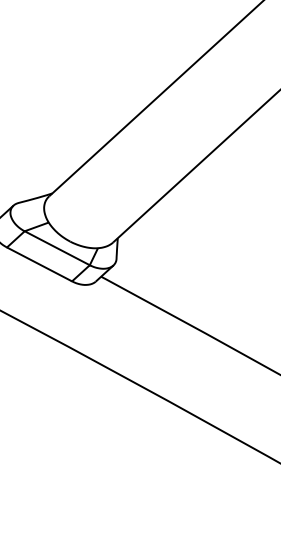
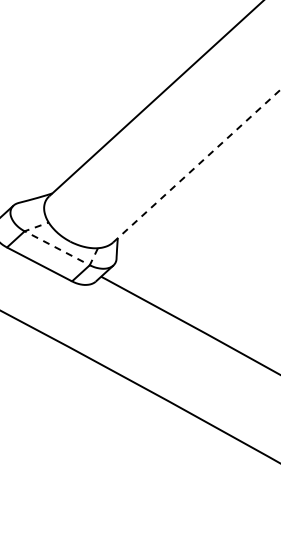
line at (197, 165): solid -> dashed
line at (53, 246): solid -> dashed
